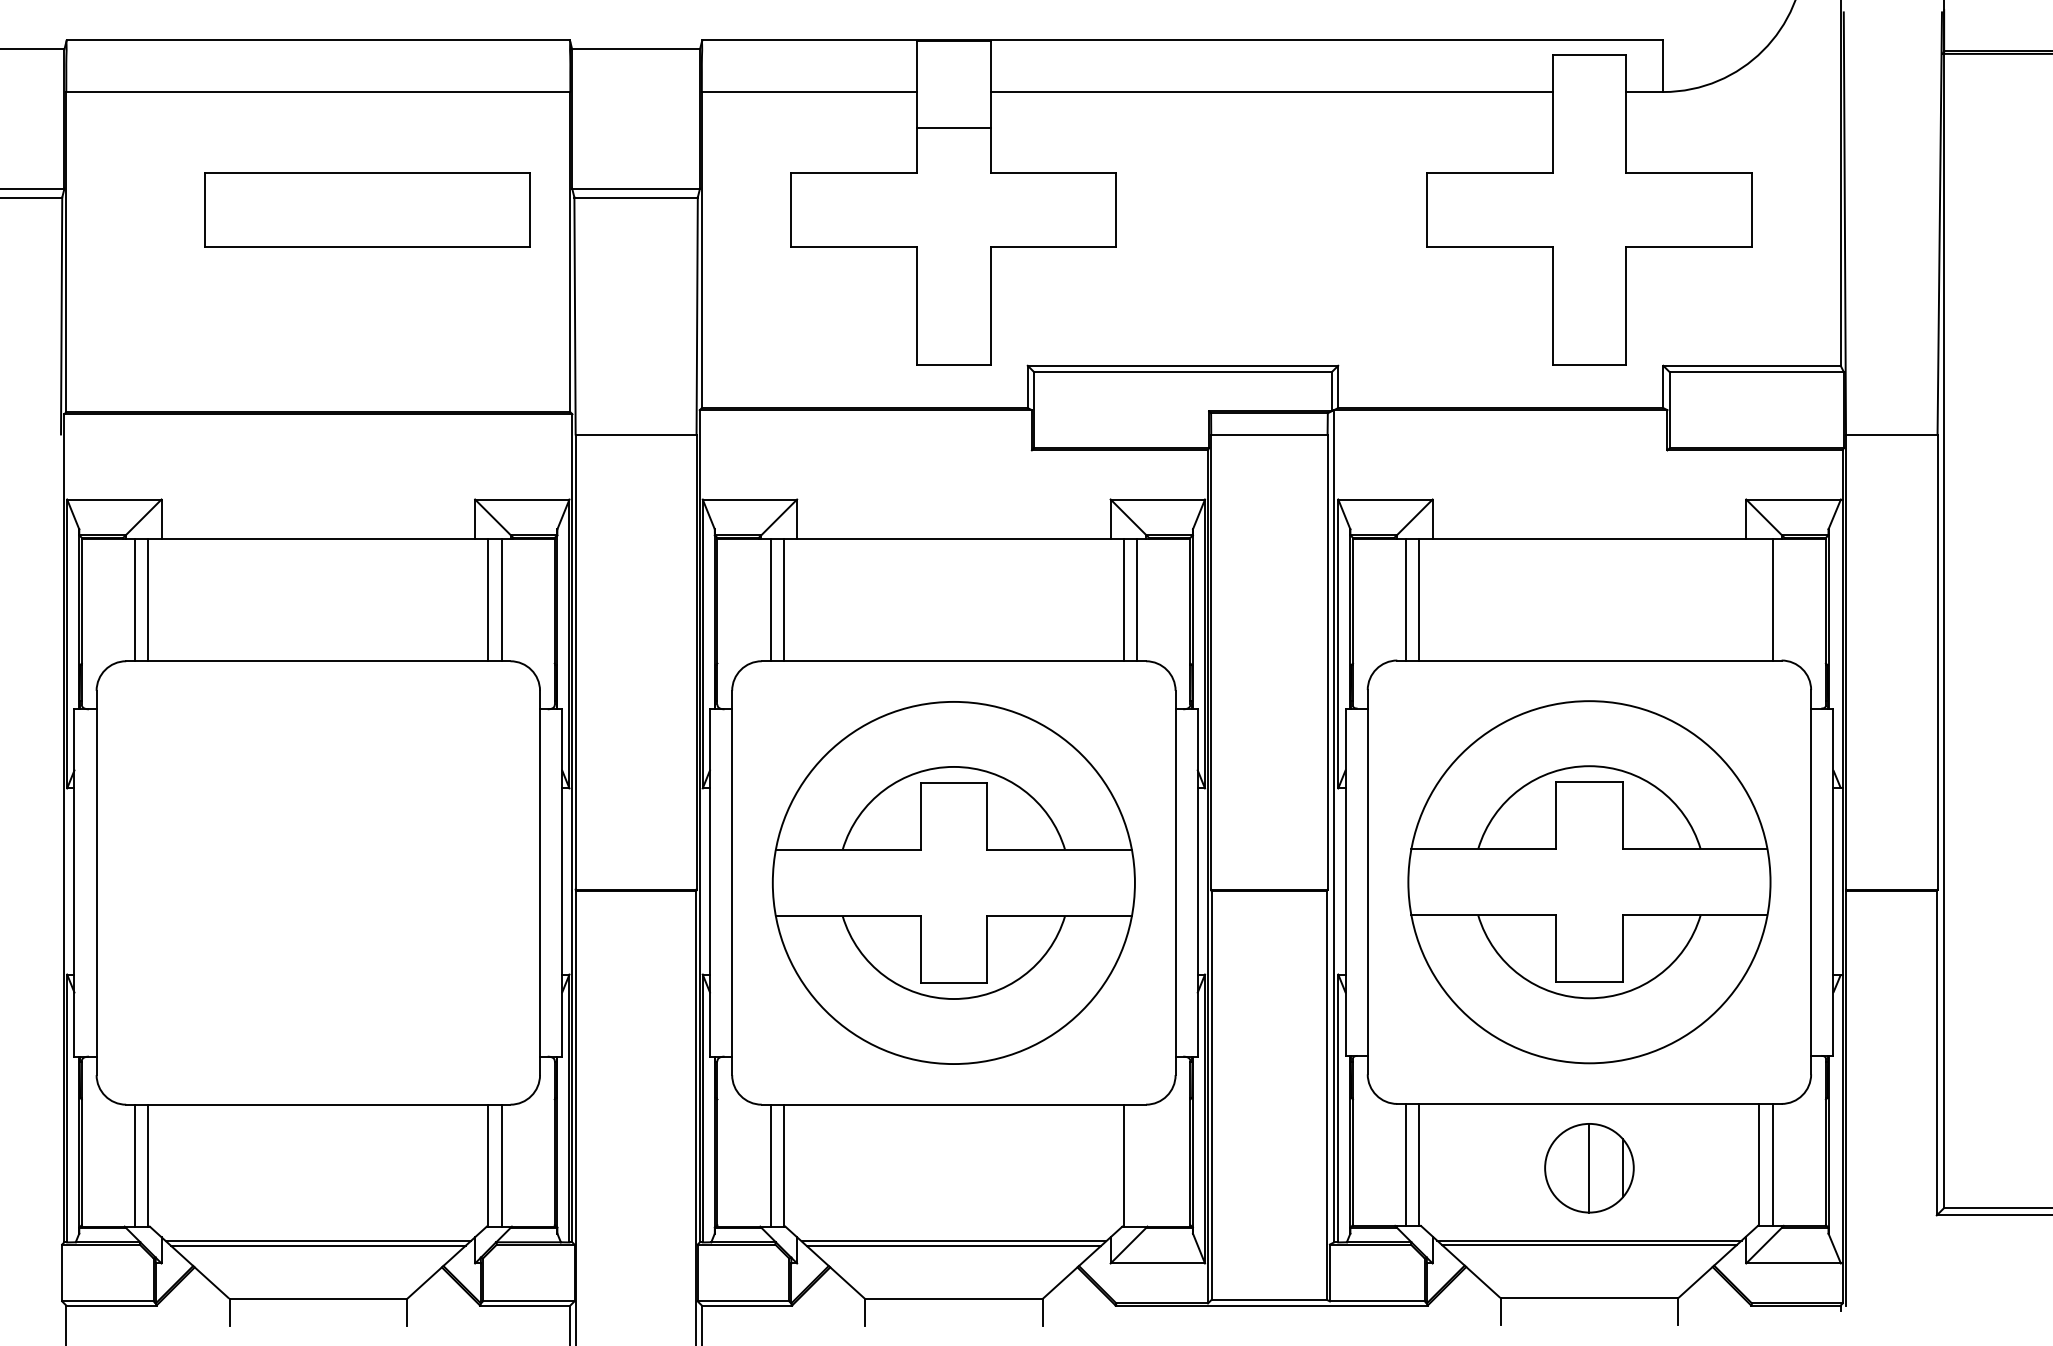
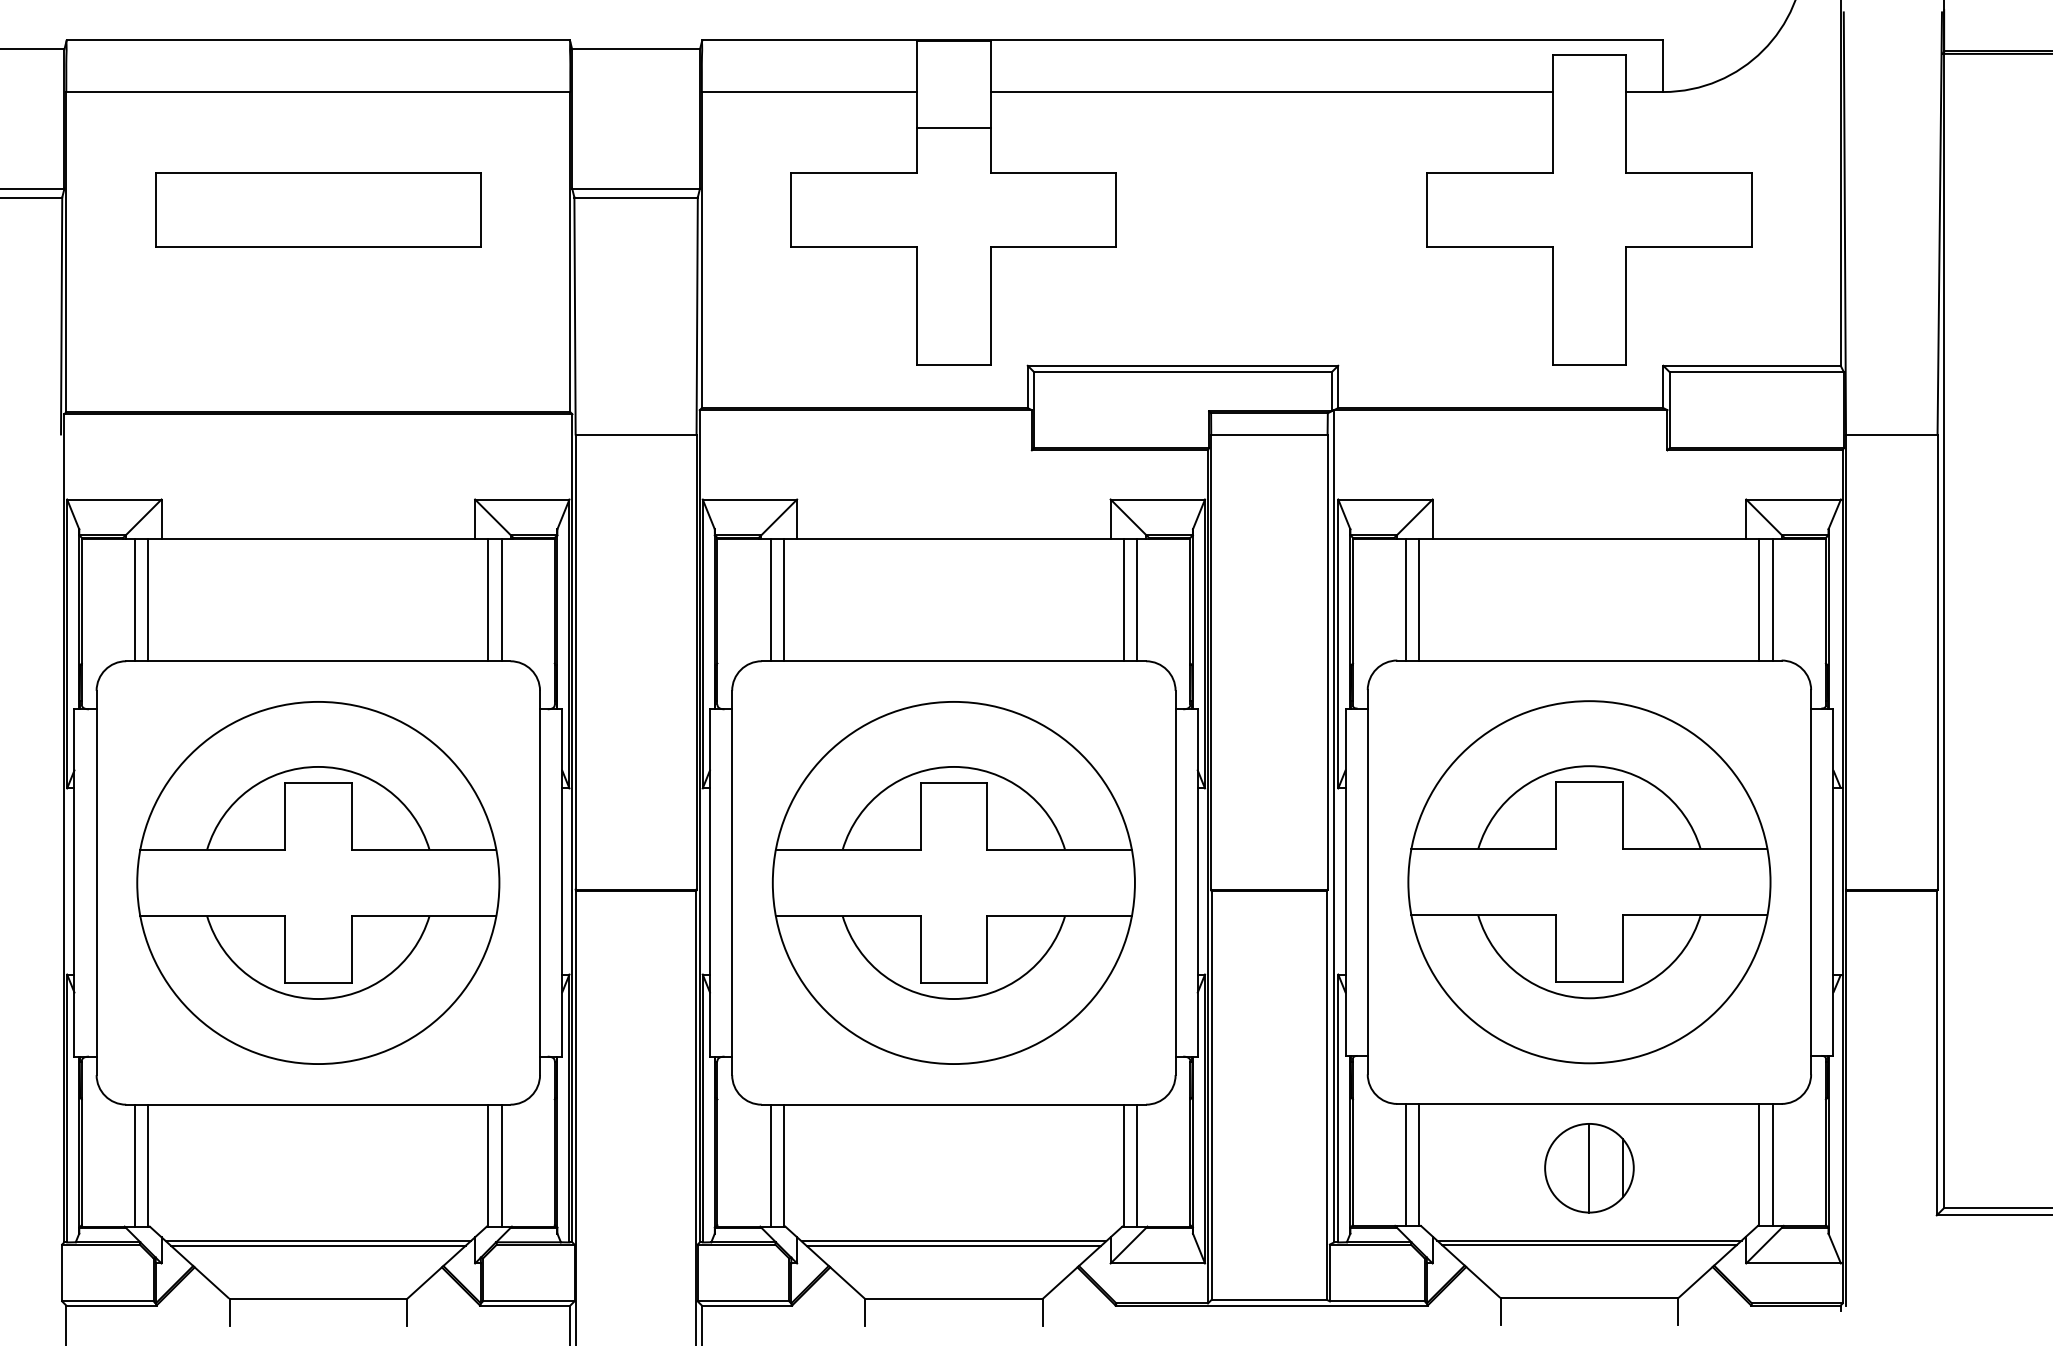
part at (367, 209) position: (367, 209) -> (318, 209)
line at (1759, 599): none -> present
part at (318, 882): none -> present
line at (1137, 1165): none -> present
